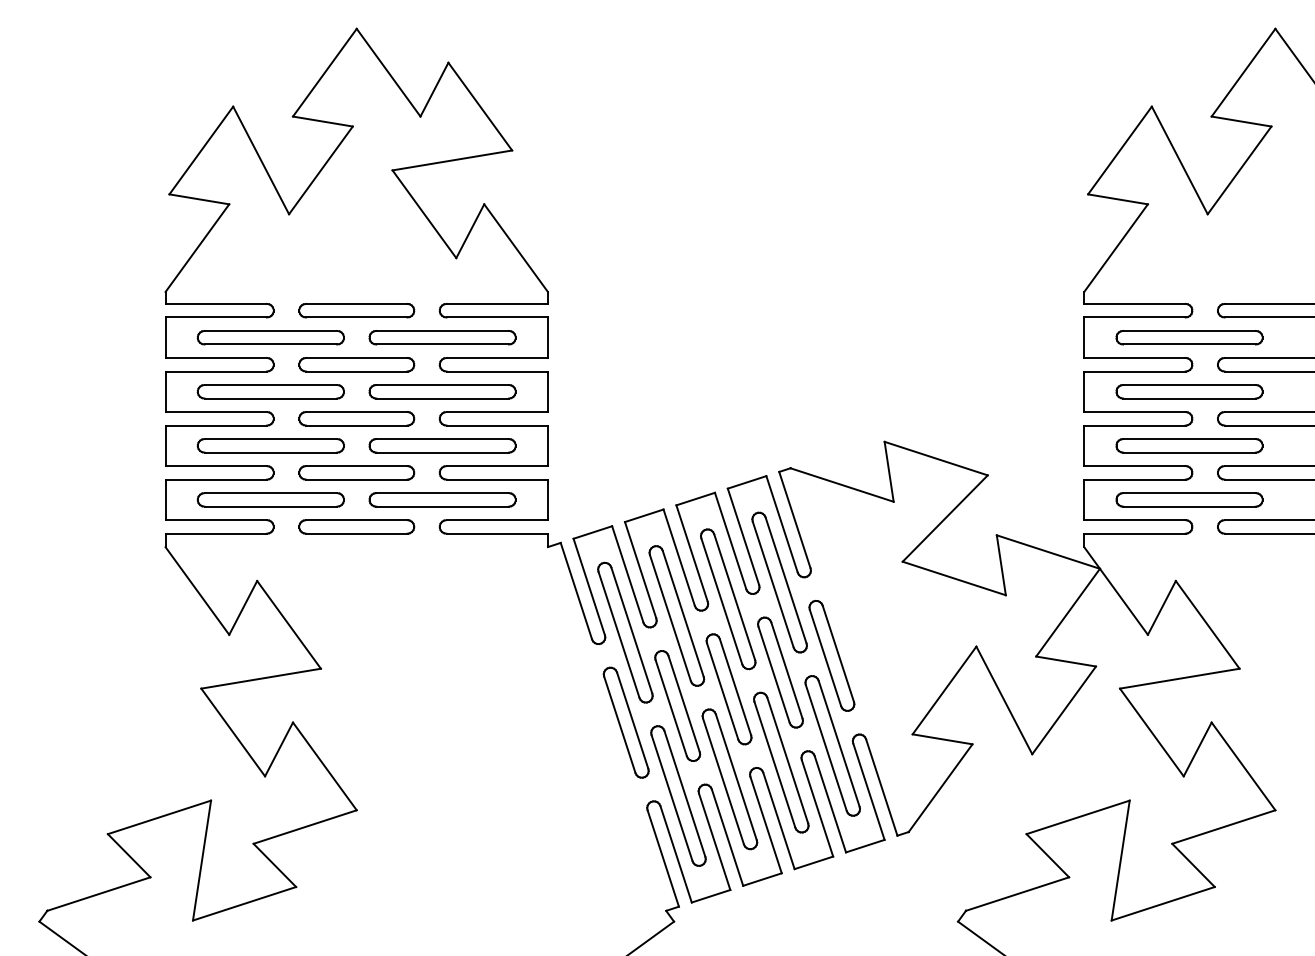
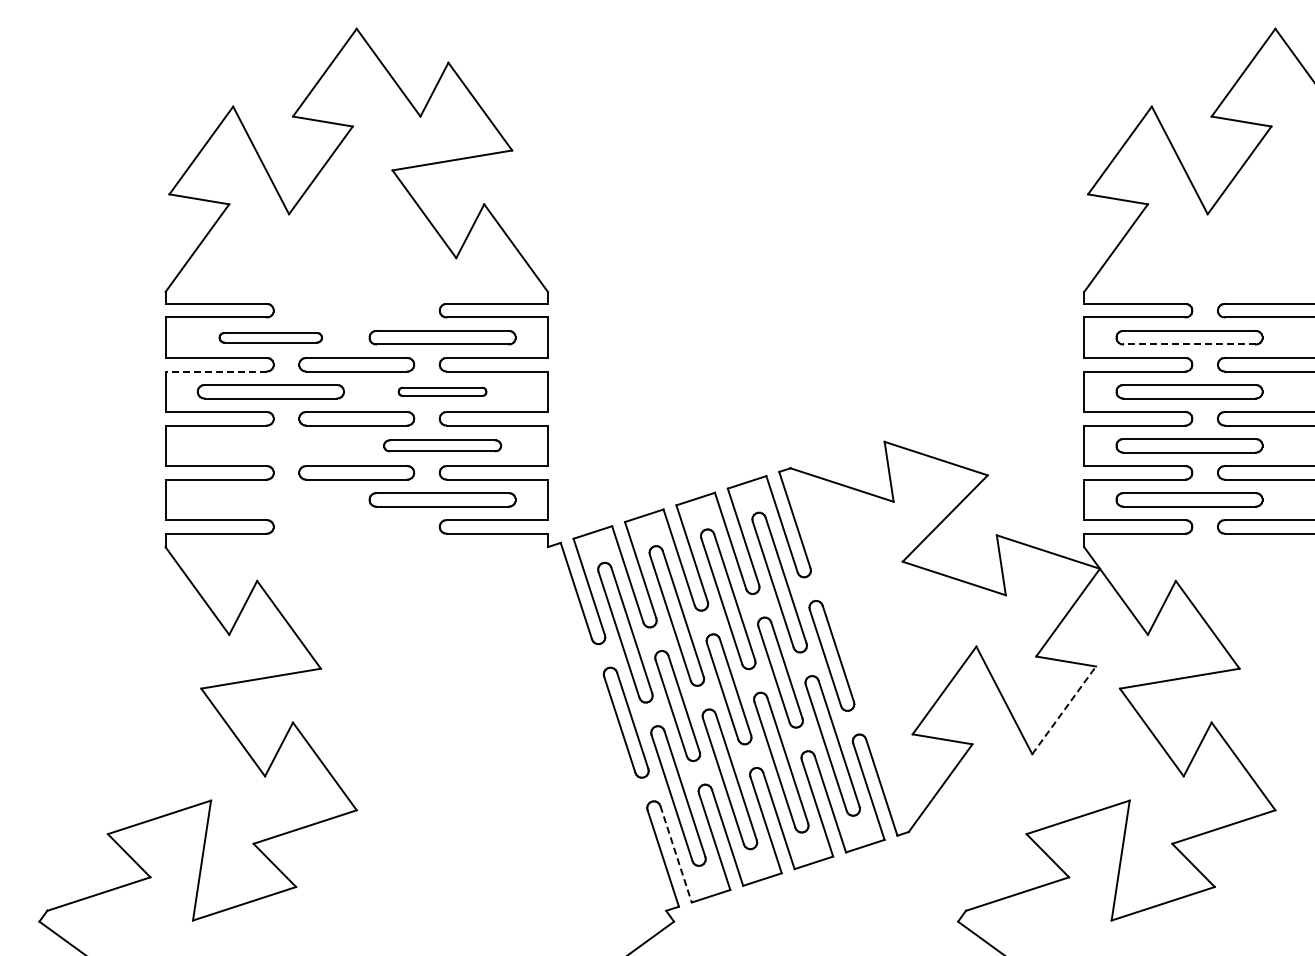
part at (356, 310): present -> none
part at (270, 337) size: 149x16 px -> 105x12 px
line at (1189, 344): solid -> dashed
line at (216, 371): solid -> dashed
part at (442, 391) size: 149x16 px -> 91x11 px
part at (270, 445): present -> none
part at (442, 445) size: 149x16 px -> 119x14 px
part at (270, 499): present -> none
part at (356, 526): present -> none
line at (1064, 709): solid -> dashed
line at (676, 854): solid -> dashed
